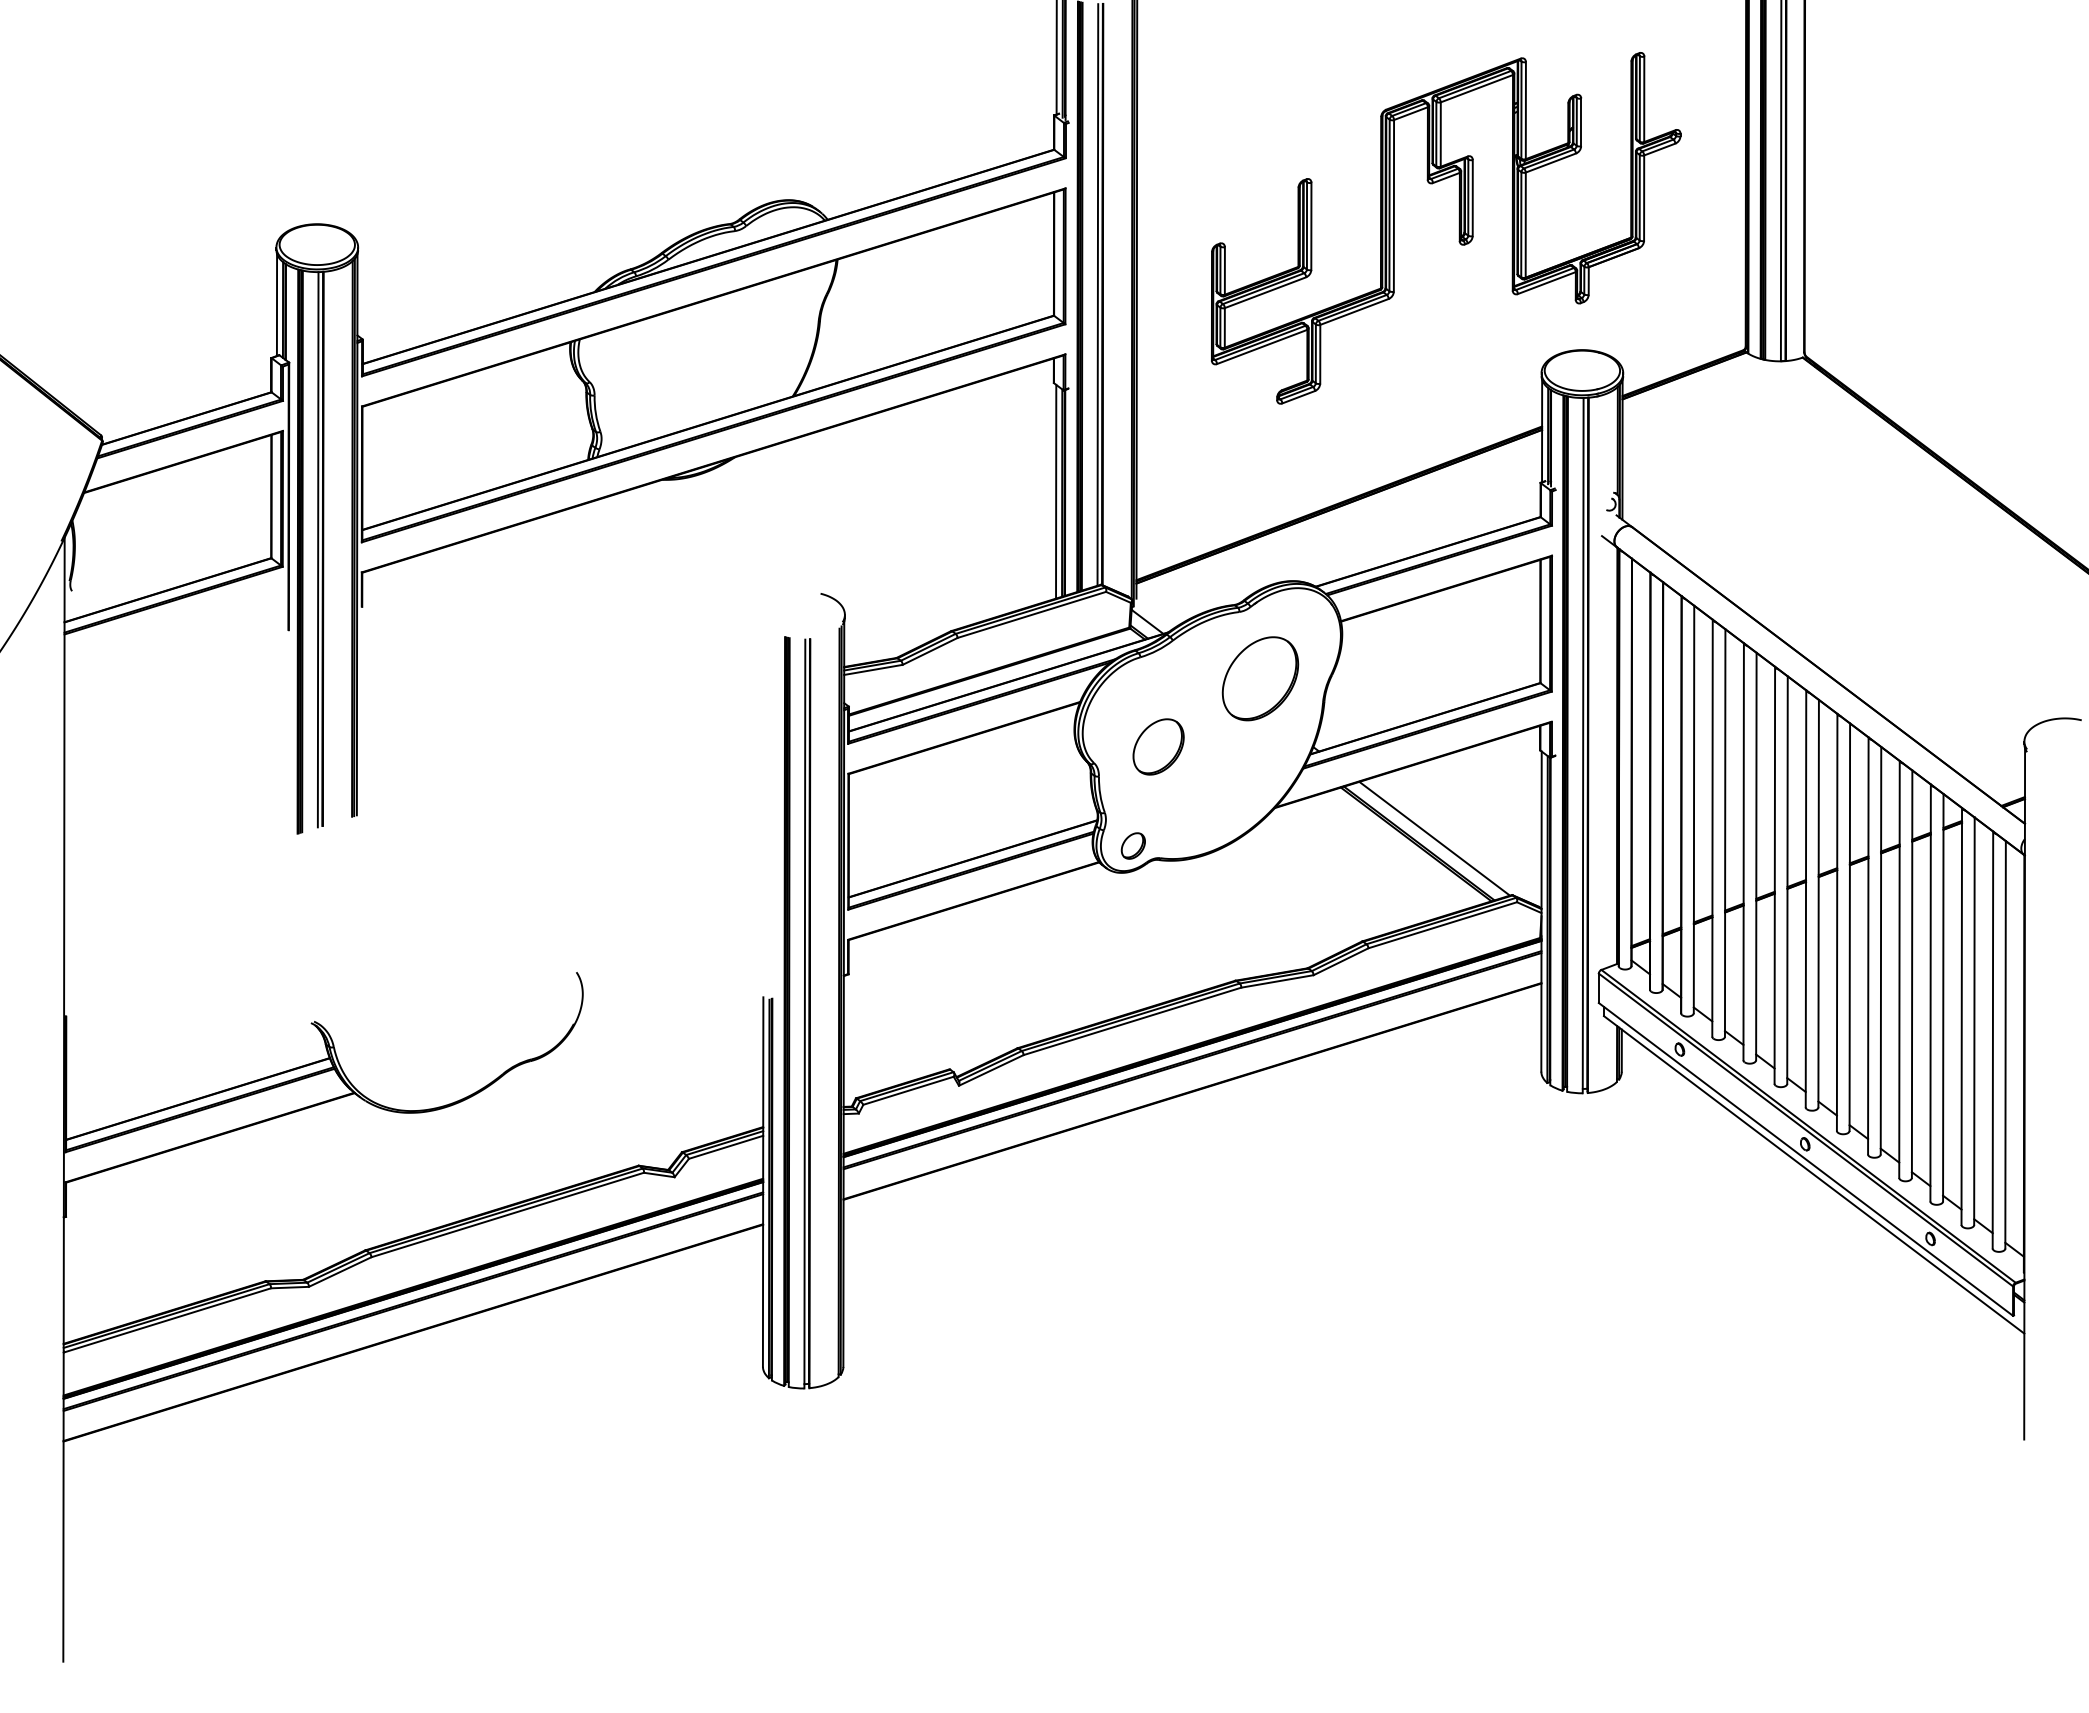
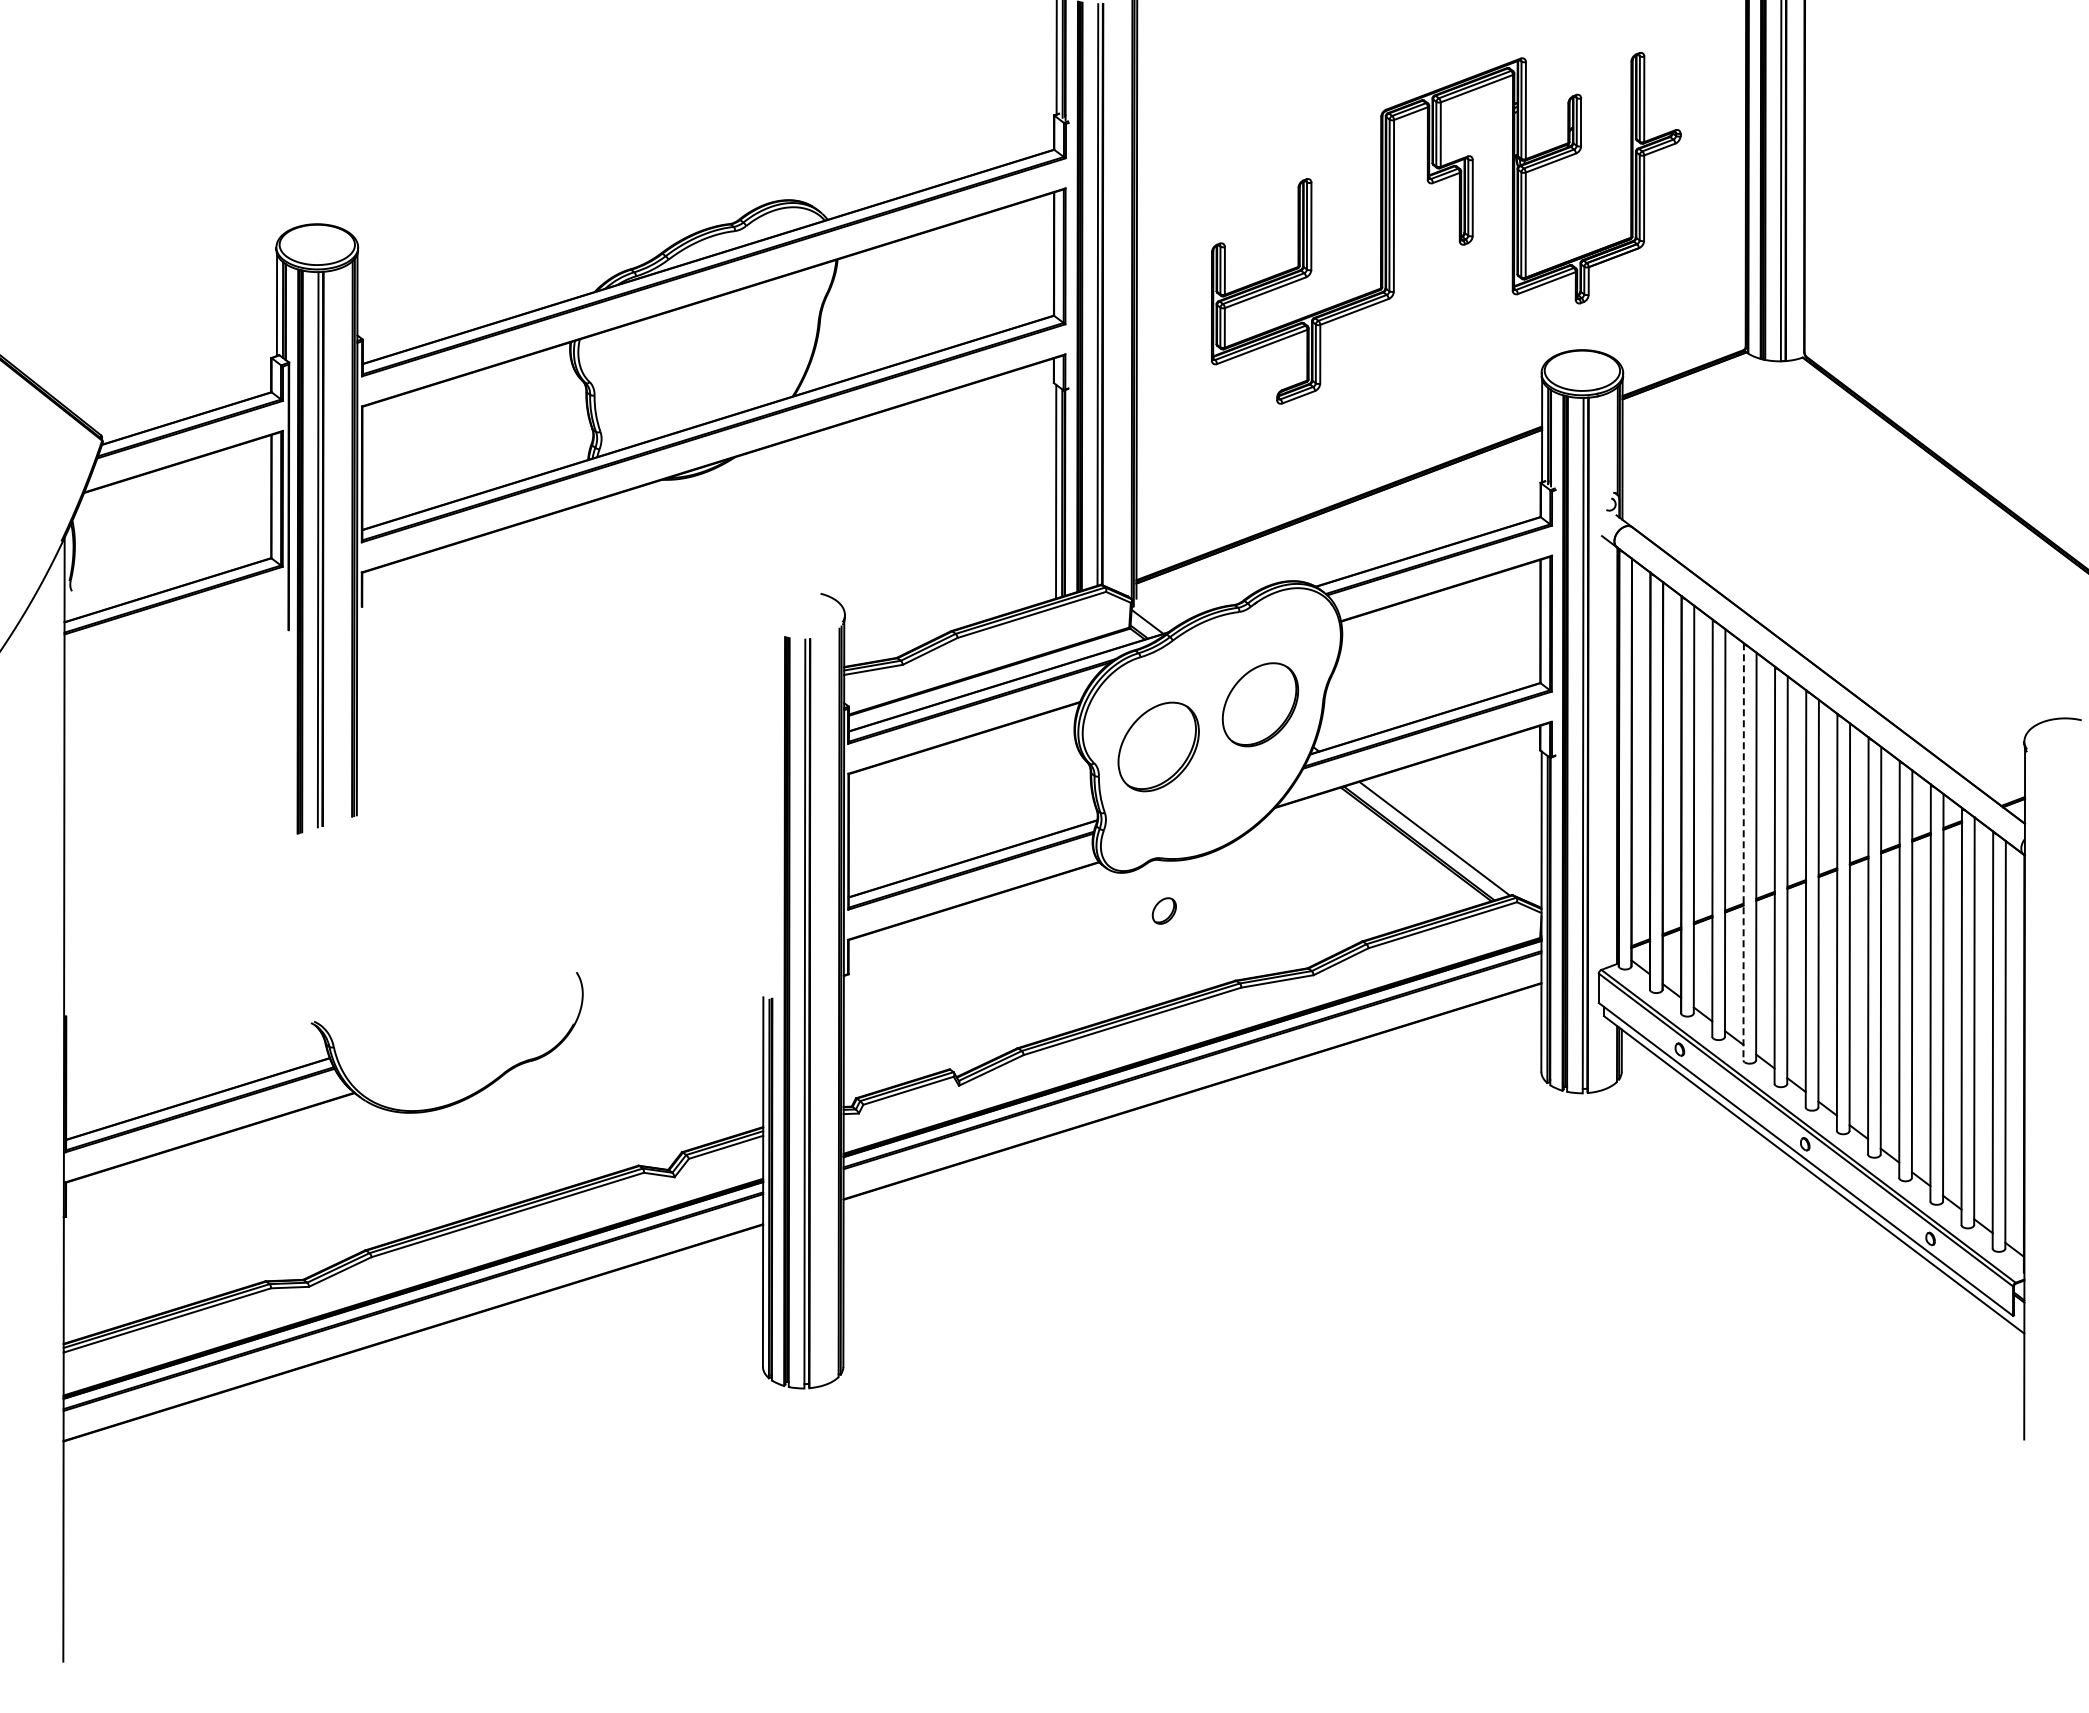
part at (1260, 678) position: (1260, 678) -> (1260, 704)
part at (1158, 746) size: 53x58 px -> 83x92 px
part at (1132, 845) position: (1132, 845) -> (1163, 910)
line at (1743, 851): solid -> dashed
